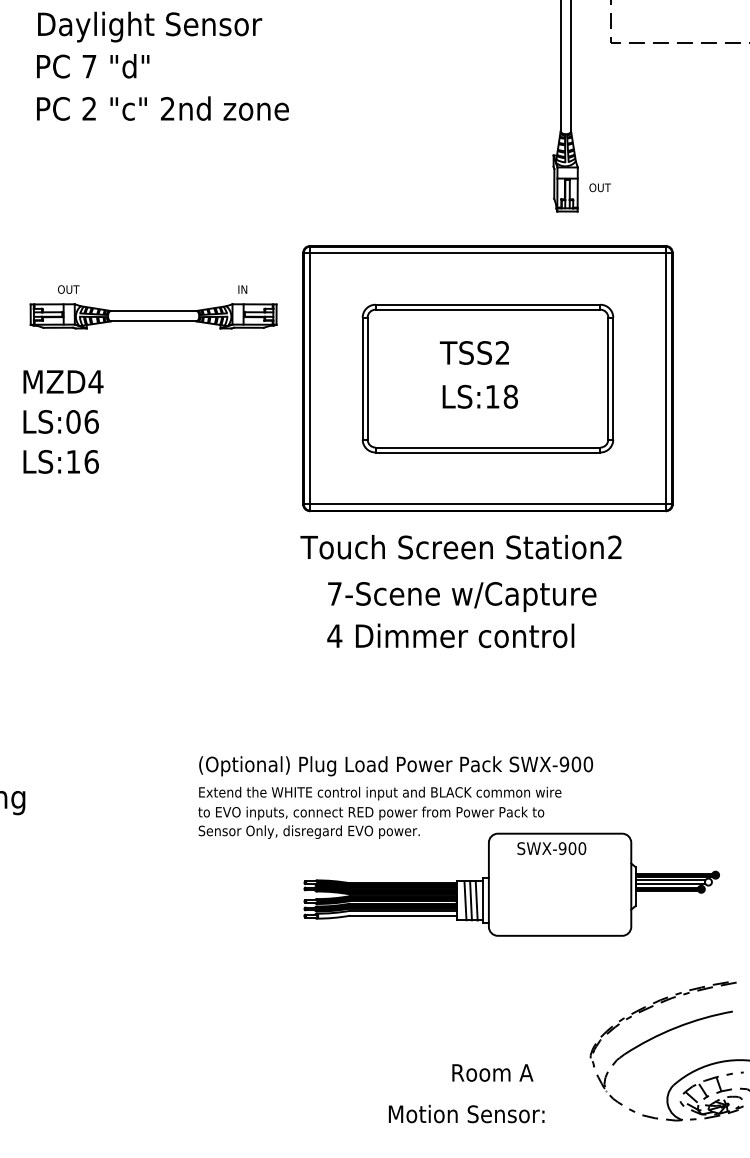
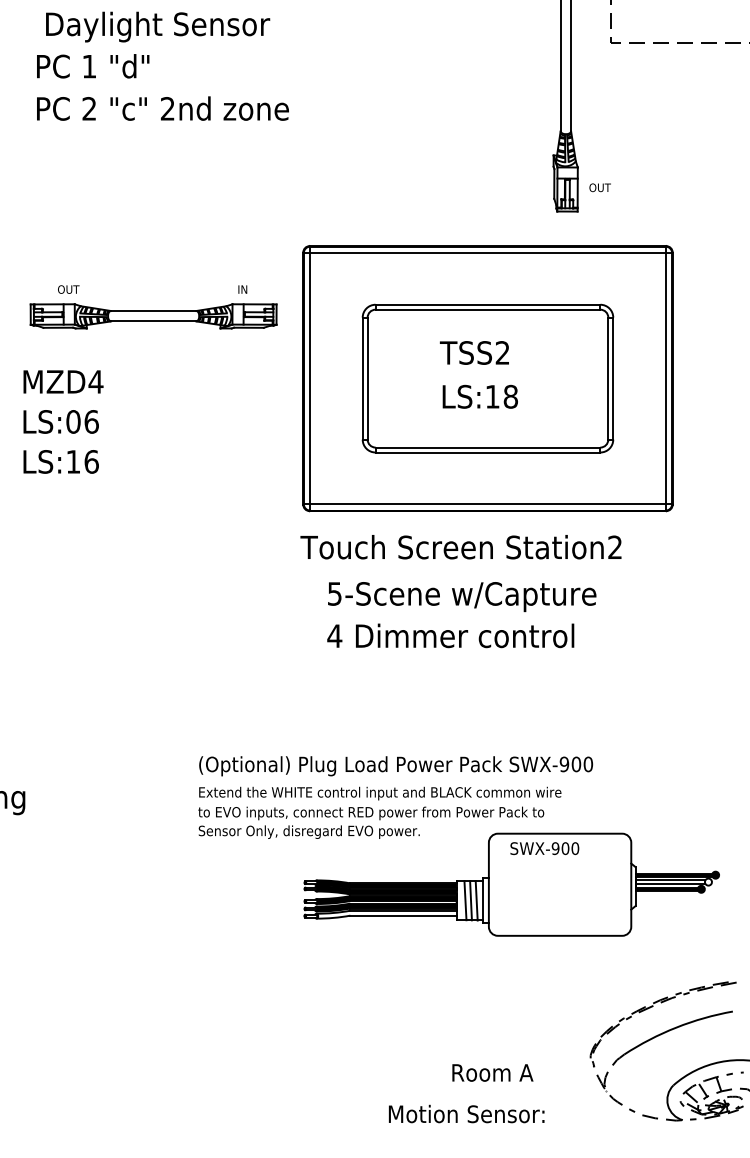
text at (150, 26) position: (150, 26) -> (158, 26)
text at (89, 66): 7 -> 1
text at (334, 593): 7-Scene -> 5-Scene
text at (551, 848) position: (551, 848) -> (544, 848)
